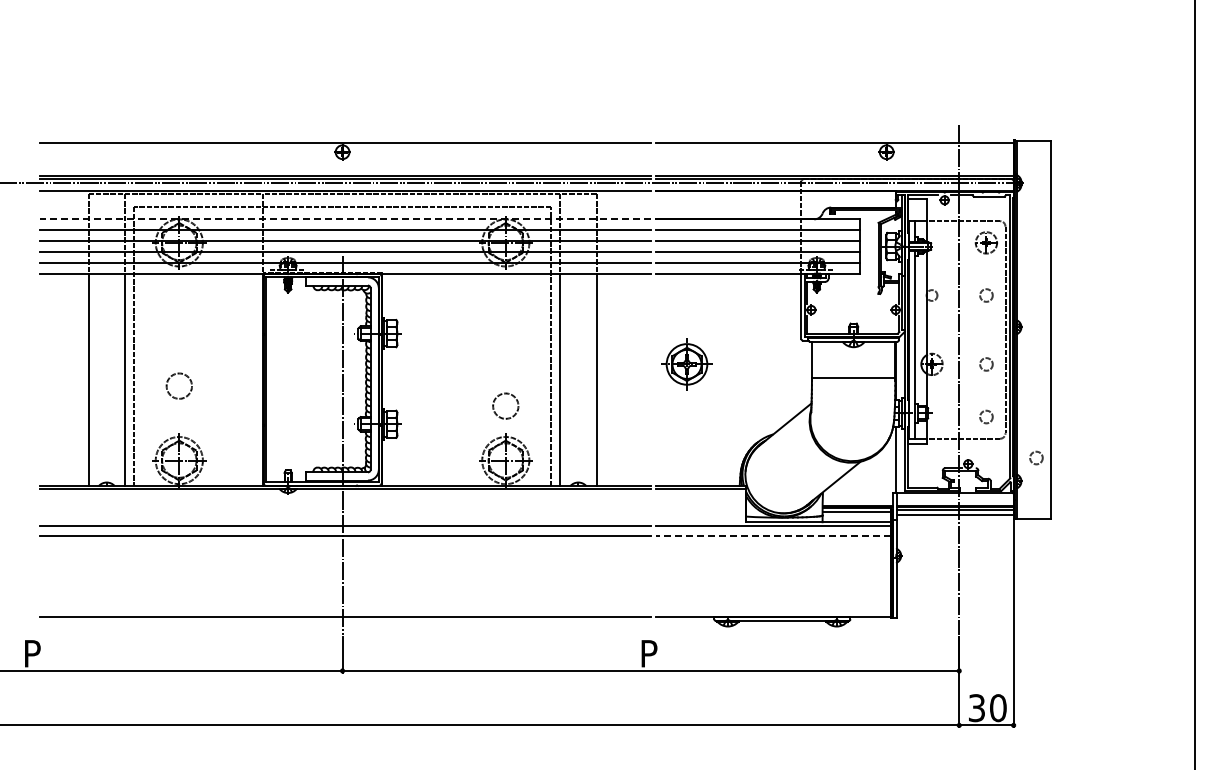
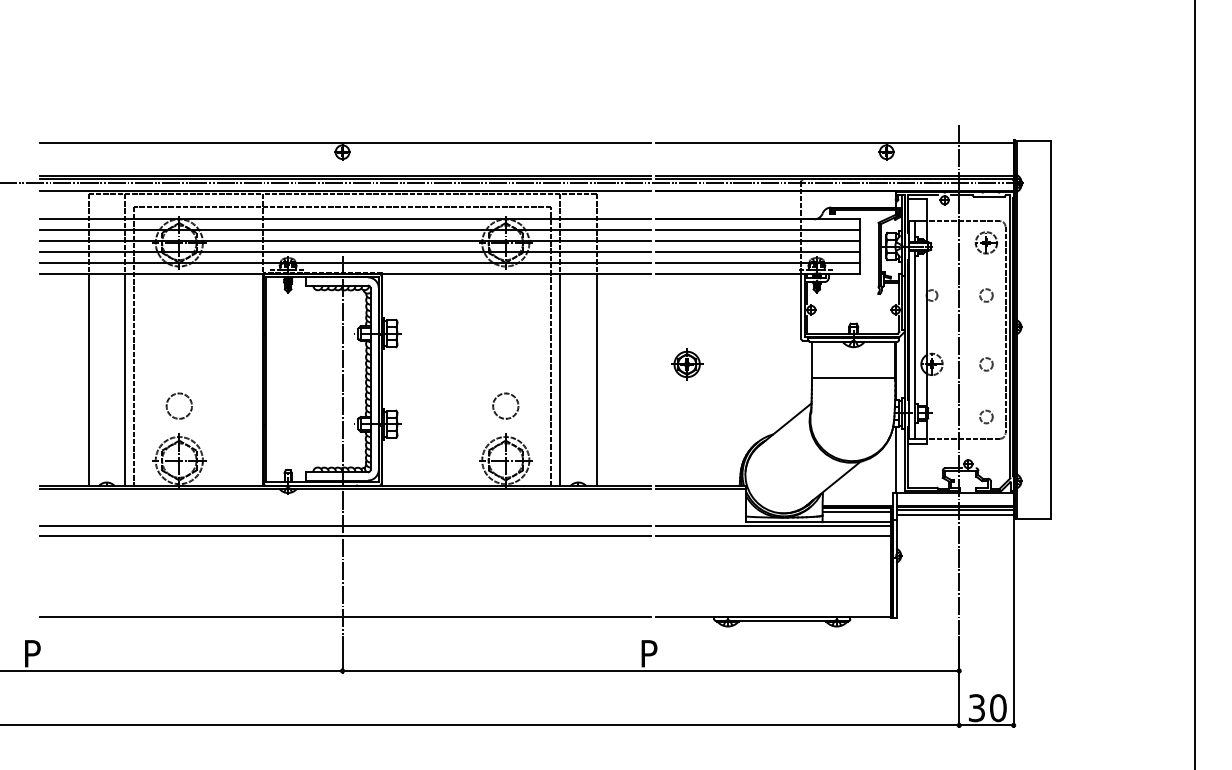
line at (345, 219): dashed -> solid
part at (686, 364) size: 52x53 px -> 33x33 px
circle at (178, 385) position: (178, 385) -> (178, 405)
circle at (1036, 457): present -> none
line at (773, 535): dashed -> solid
